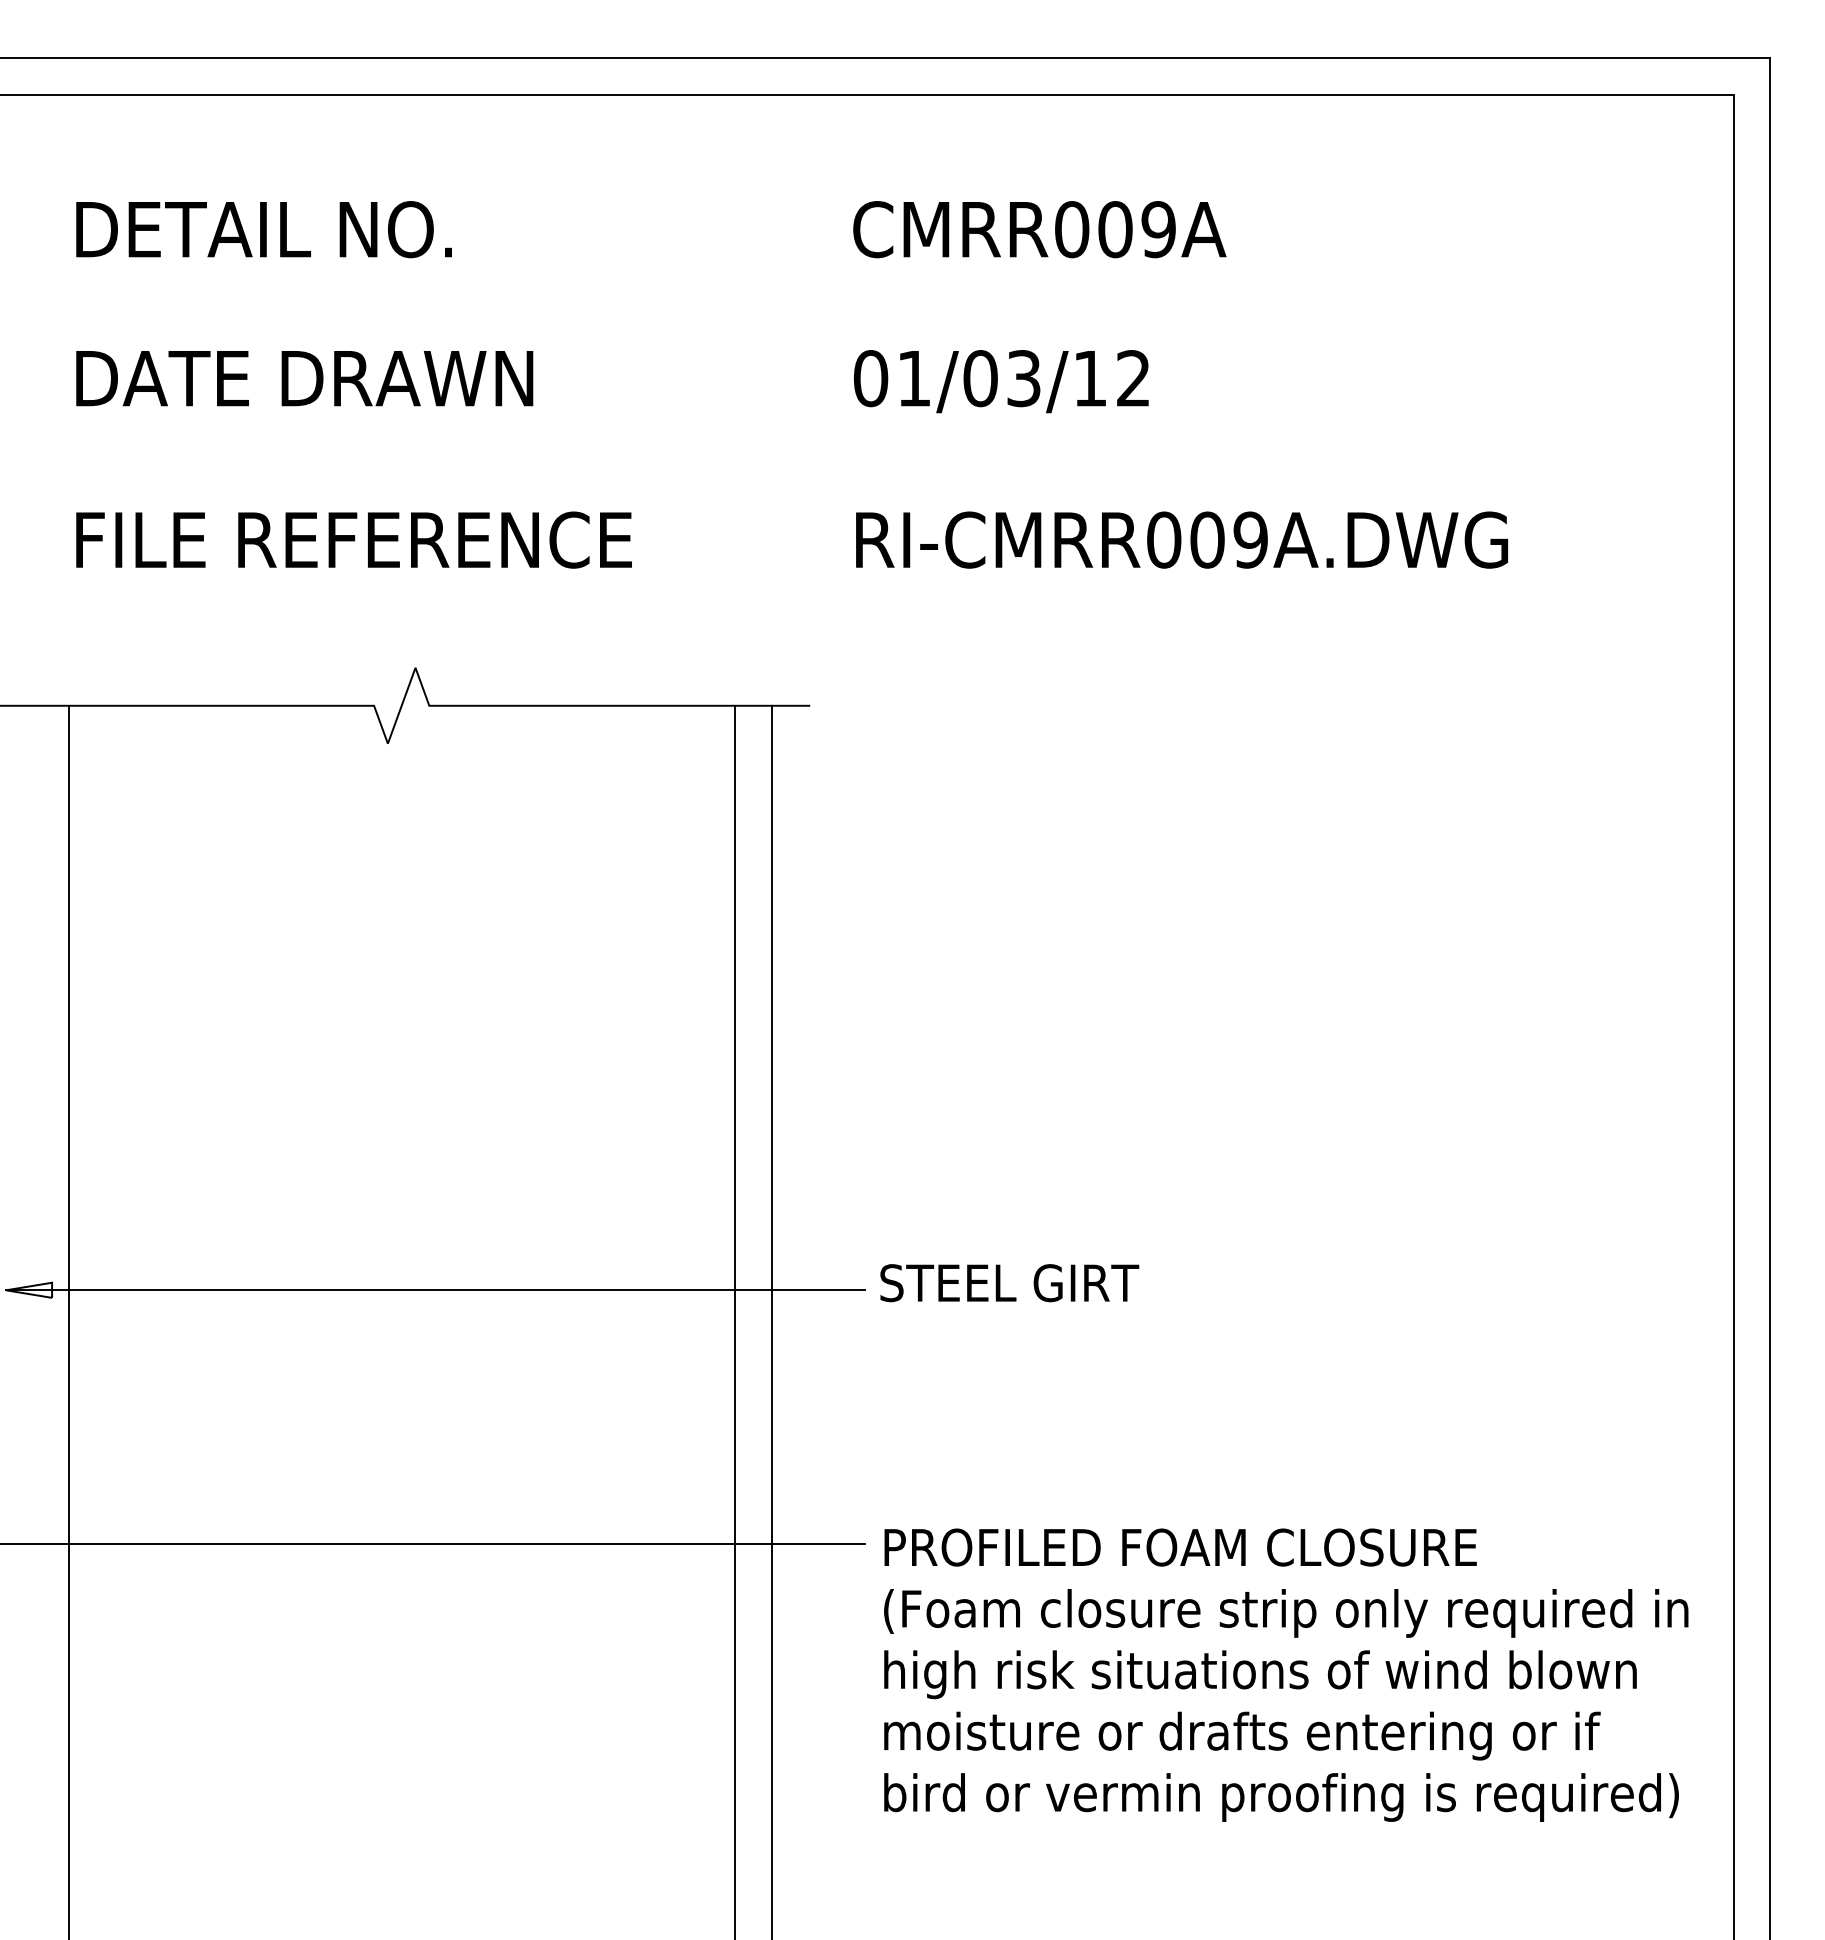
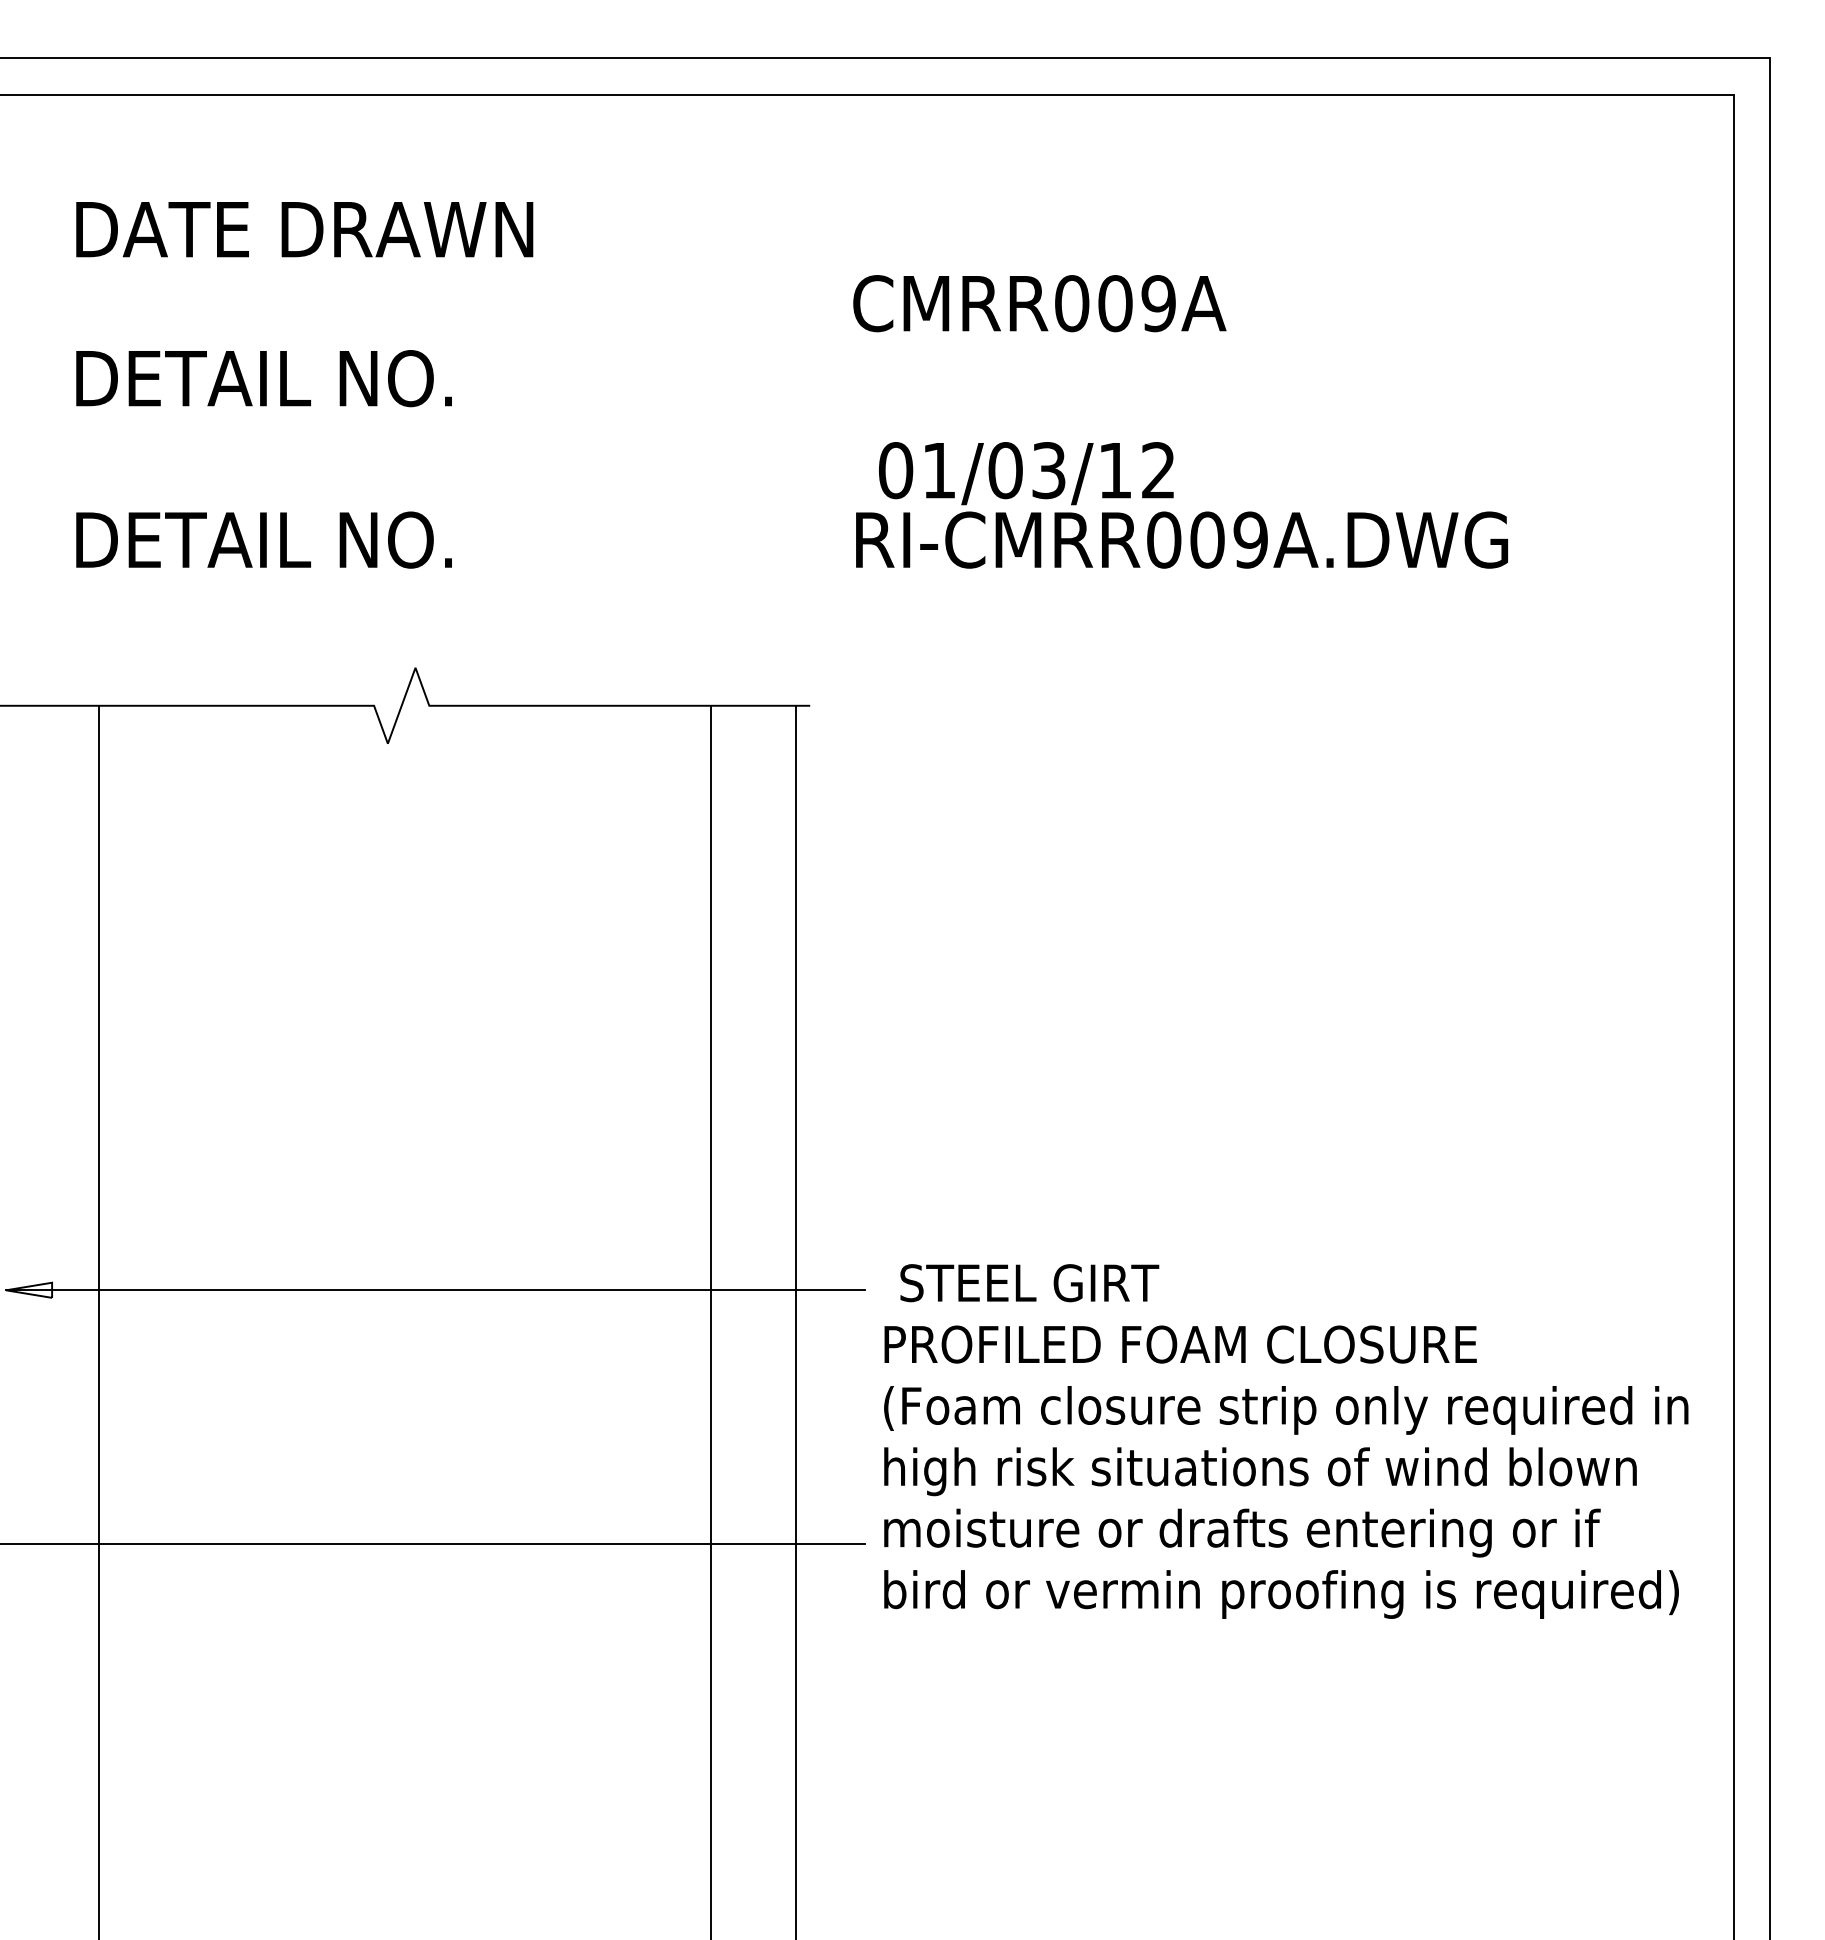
text at (327, 229): DETAIL NO. -> DATE DRAWN
text at (1039, 229) position: (1039, 229) -> (1039, 303)
text at (327, 378): DATE DRAWN -> DETAIL NO.
text at (1001, 381) position: (1001, 381) -> (1026, 473)
text at (357, 539): FILE REFERENCE -> DETAIL NO.
text at (1009, 1283) position: (1009, 1283) -> (1029, 1283)
line at (69, 1320) position: (69, 1320) -> (99, 1320)
line at (735, 1320) position: (735, 1320) -> (711, 1320)
line at (772, 1320) position: (772, 1320) -> (796, 1320)
text at (1286, 1674) position: (1286, 1674) -> (1286, 1471)
